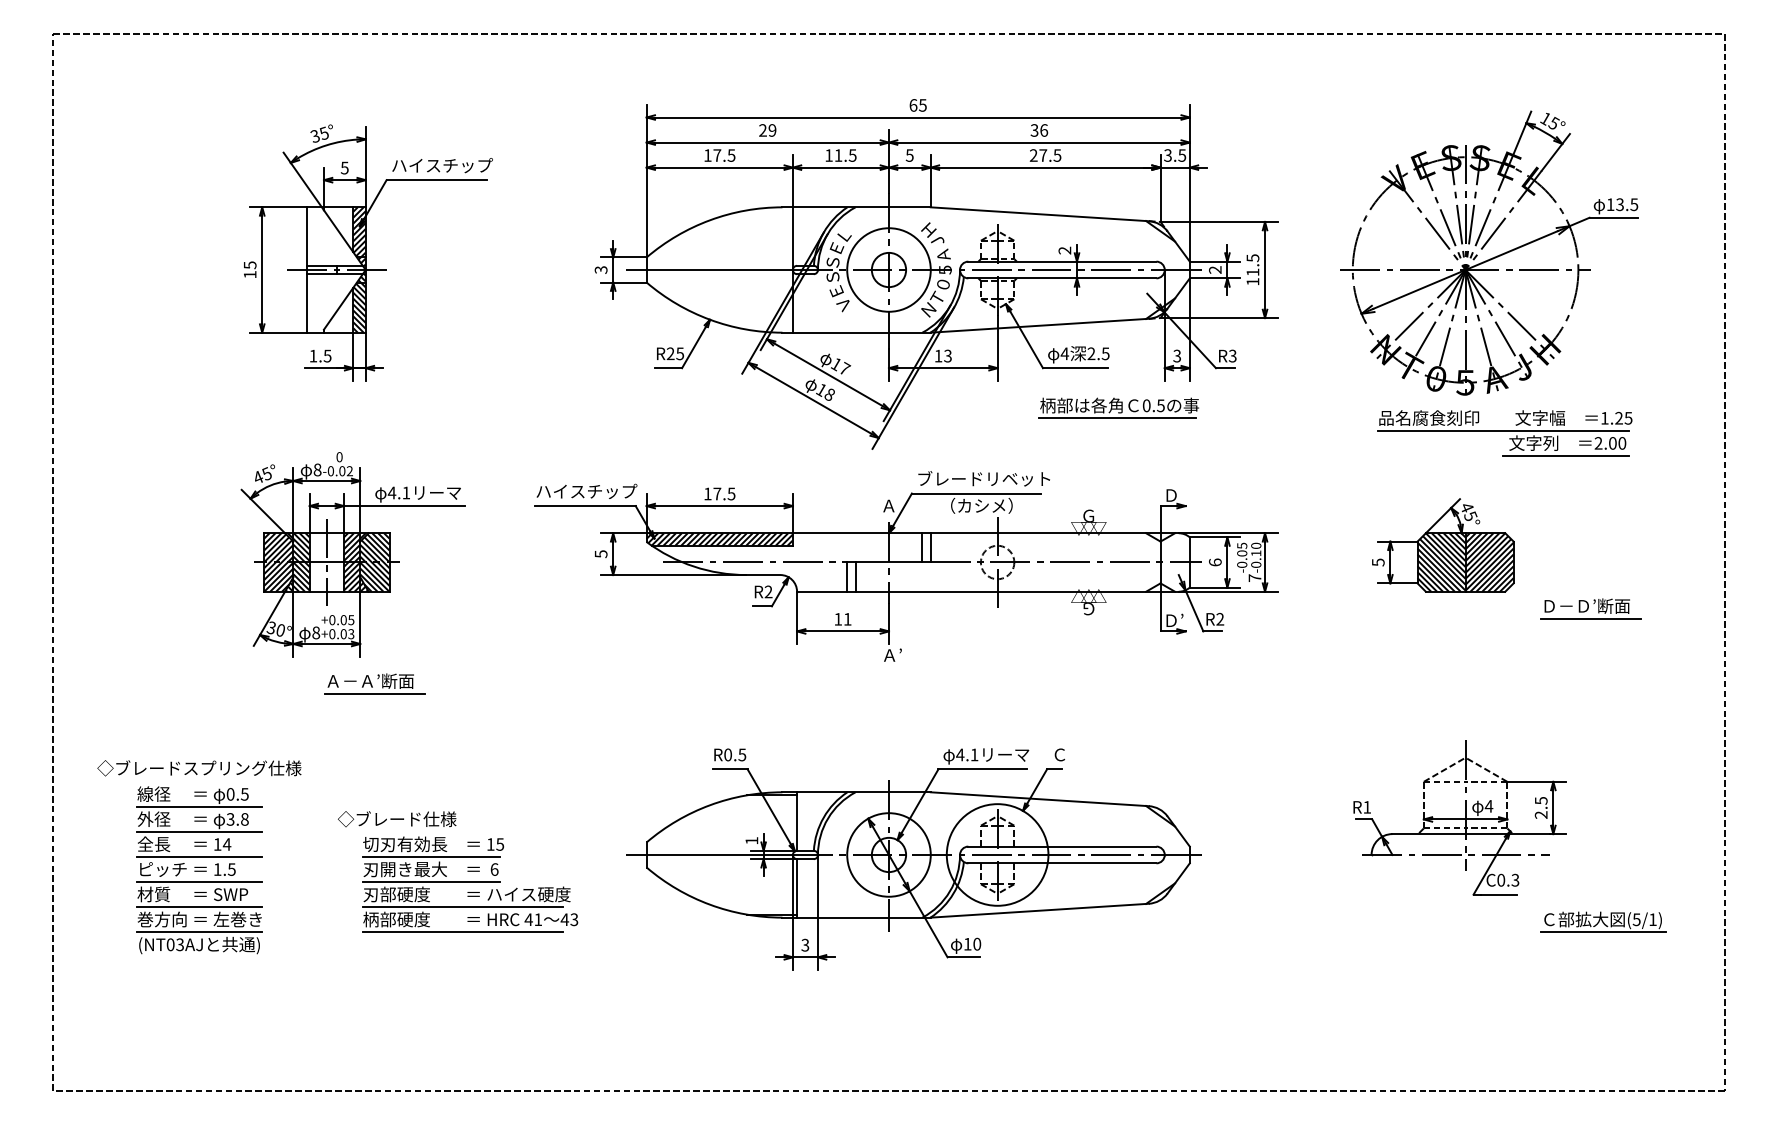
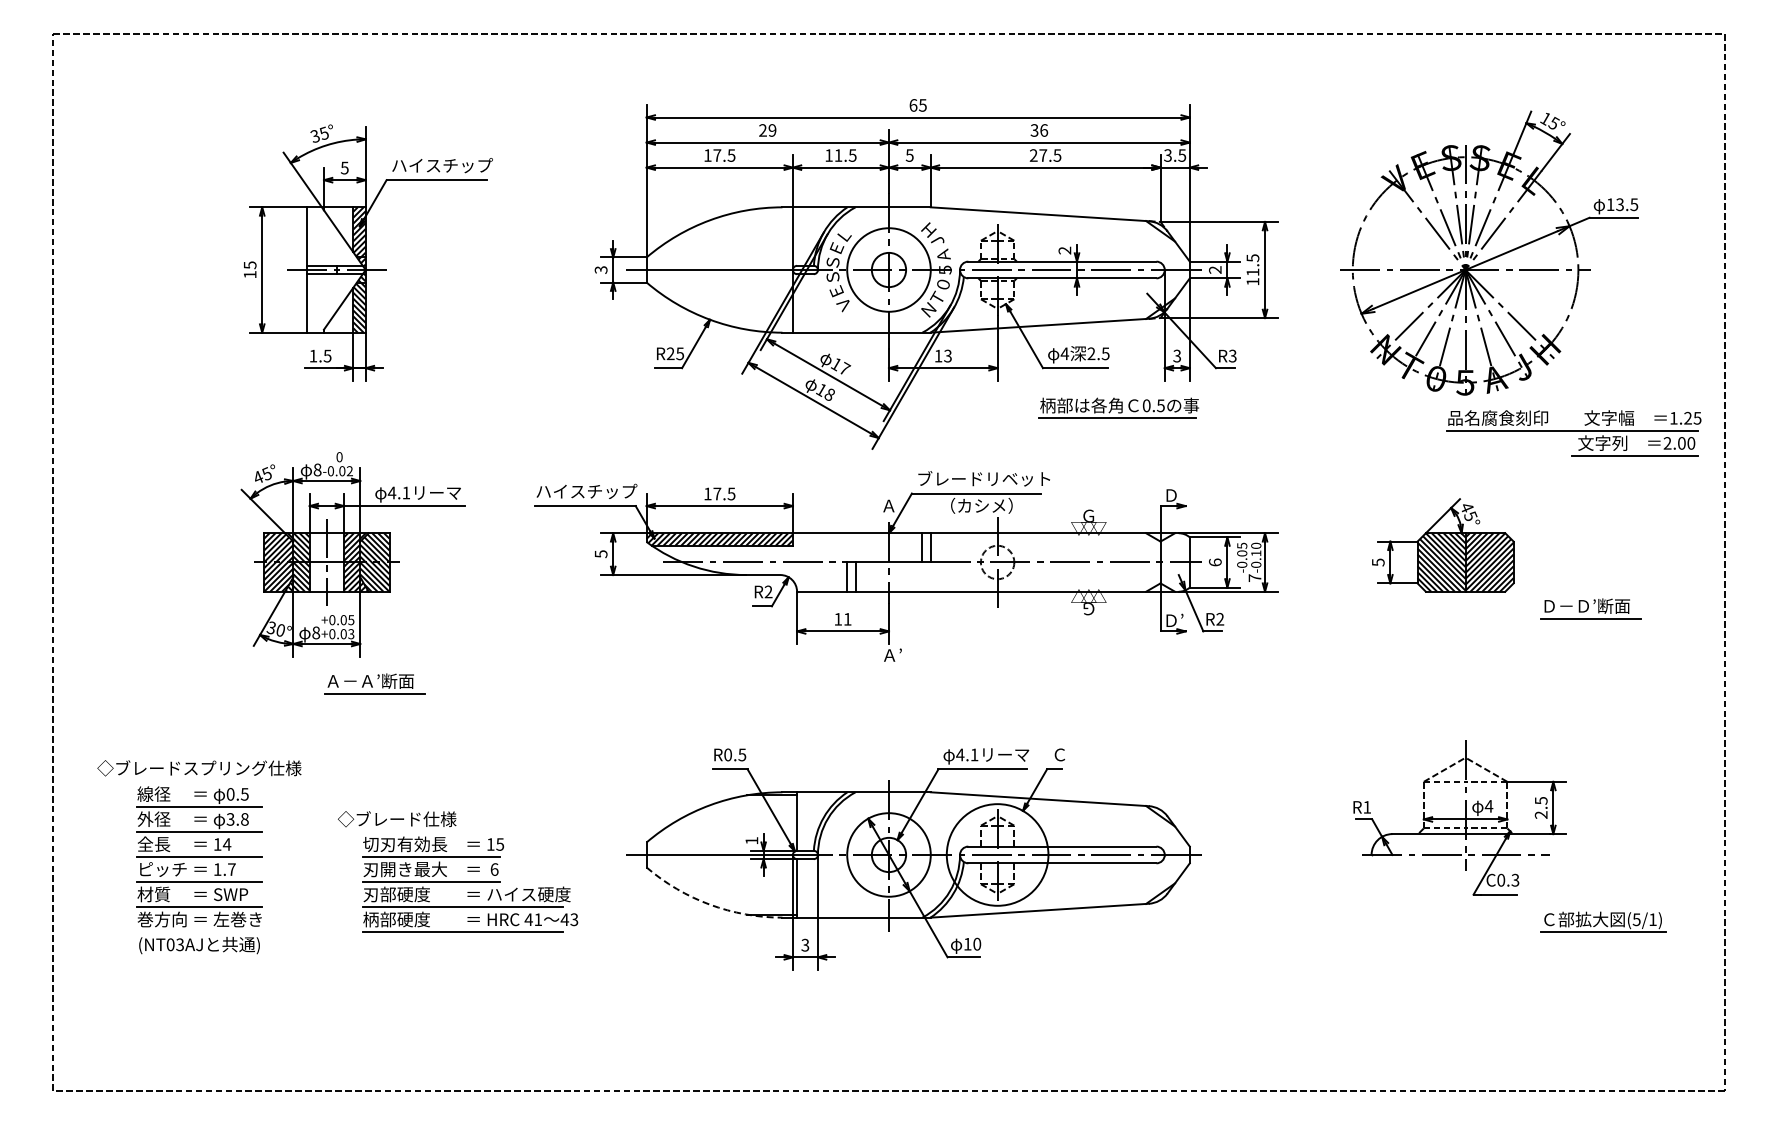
part at (1504, 433) position: (1504, 433) -> (1573, 433)
text at (231, 869): 1.5 -> 1.7
arc at (710, 904): solid -> dashed
line at (199, 932): present -> none
